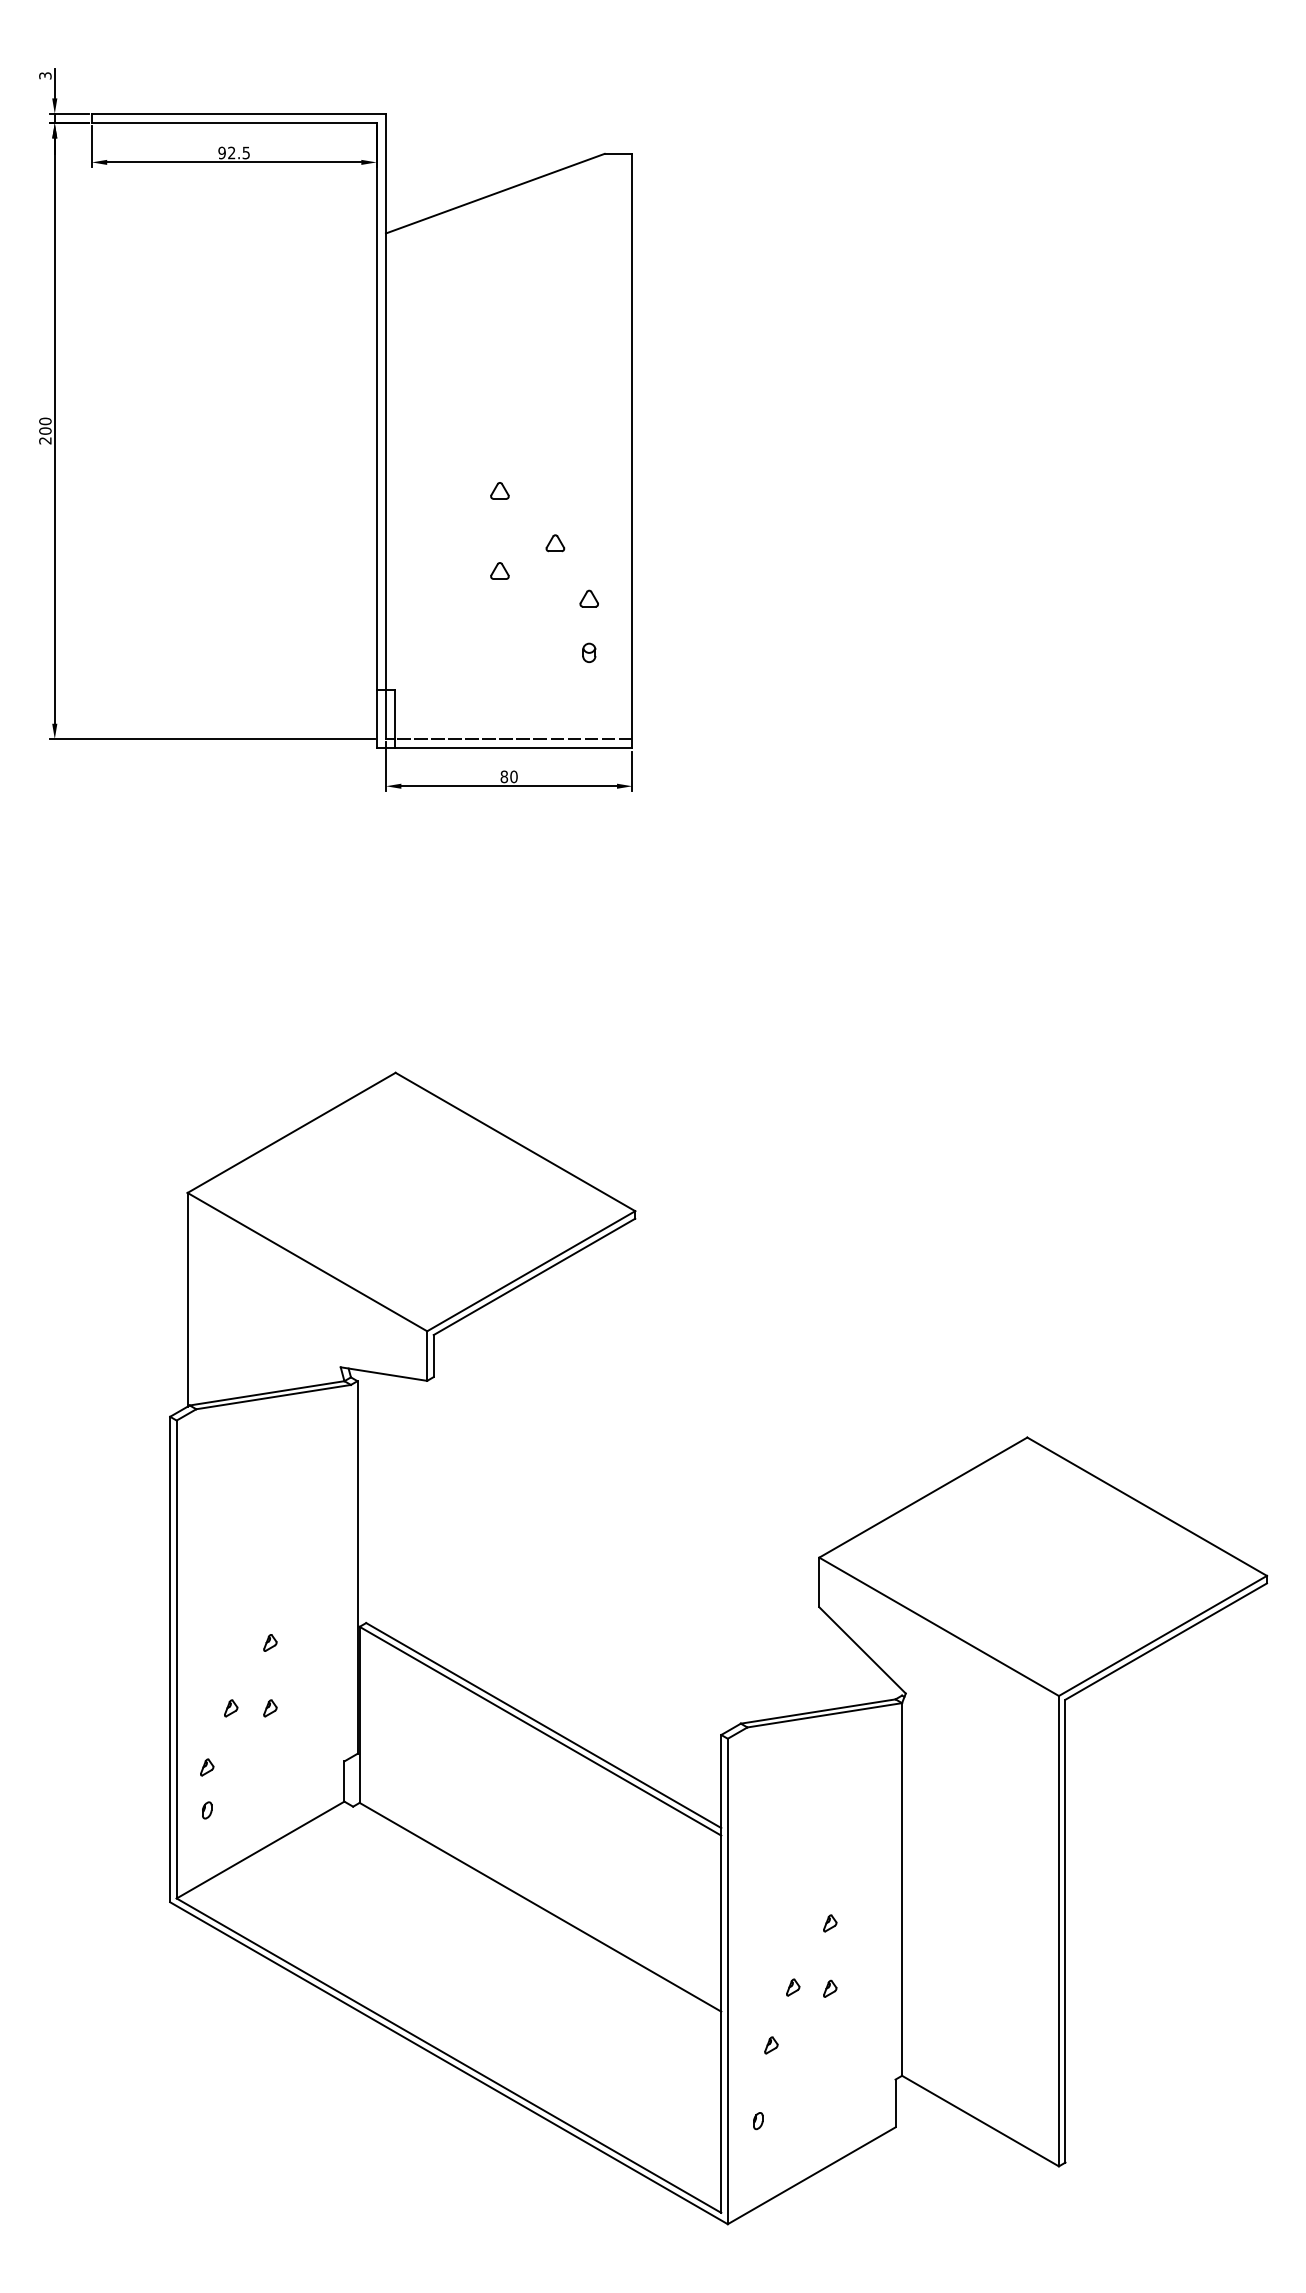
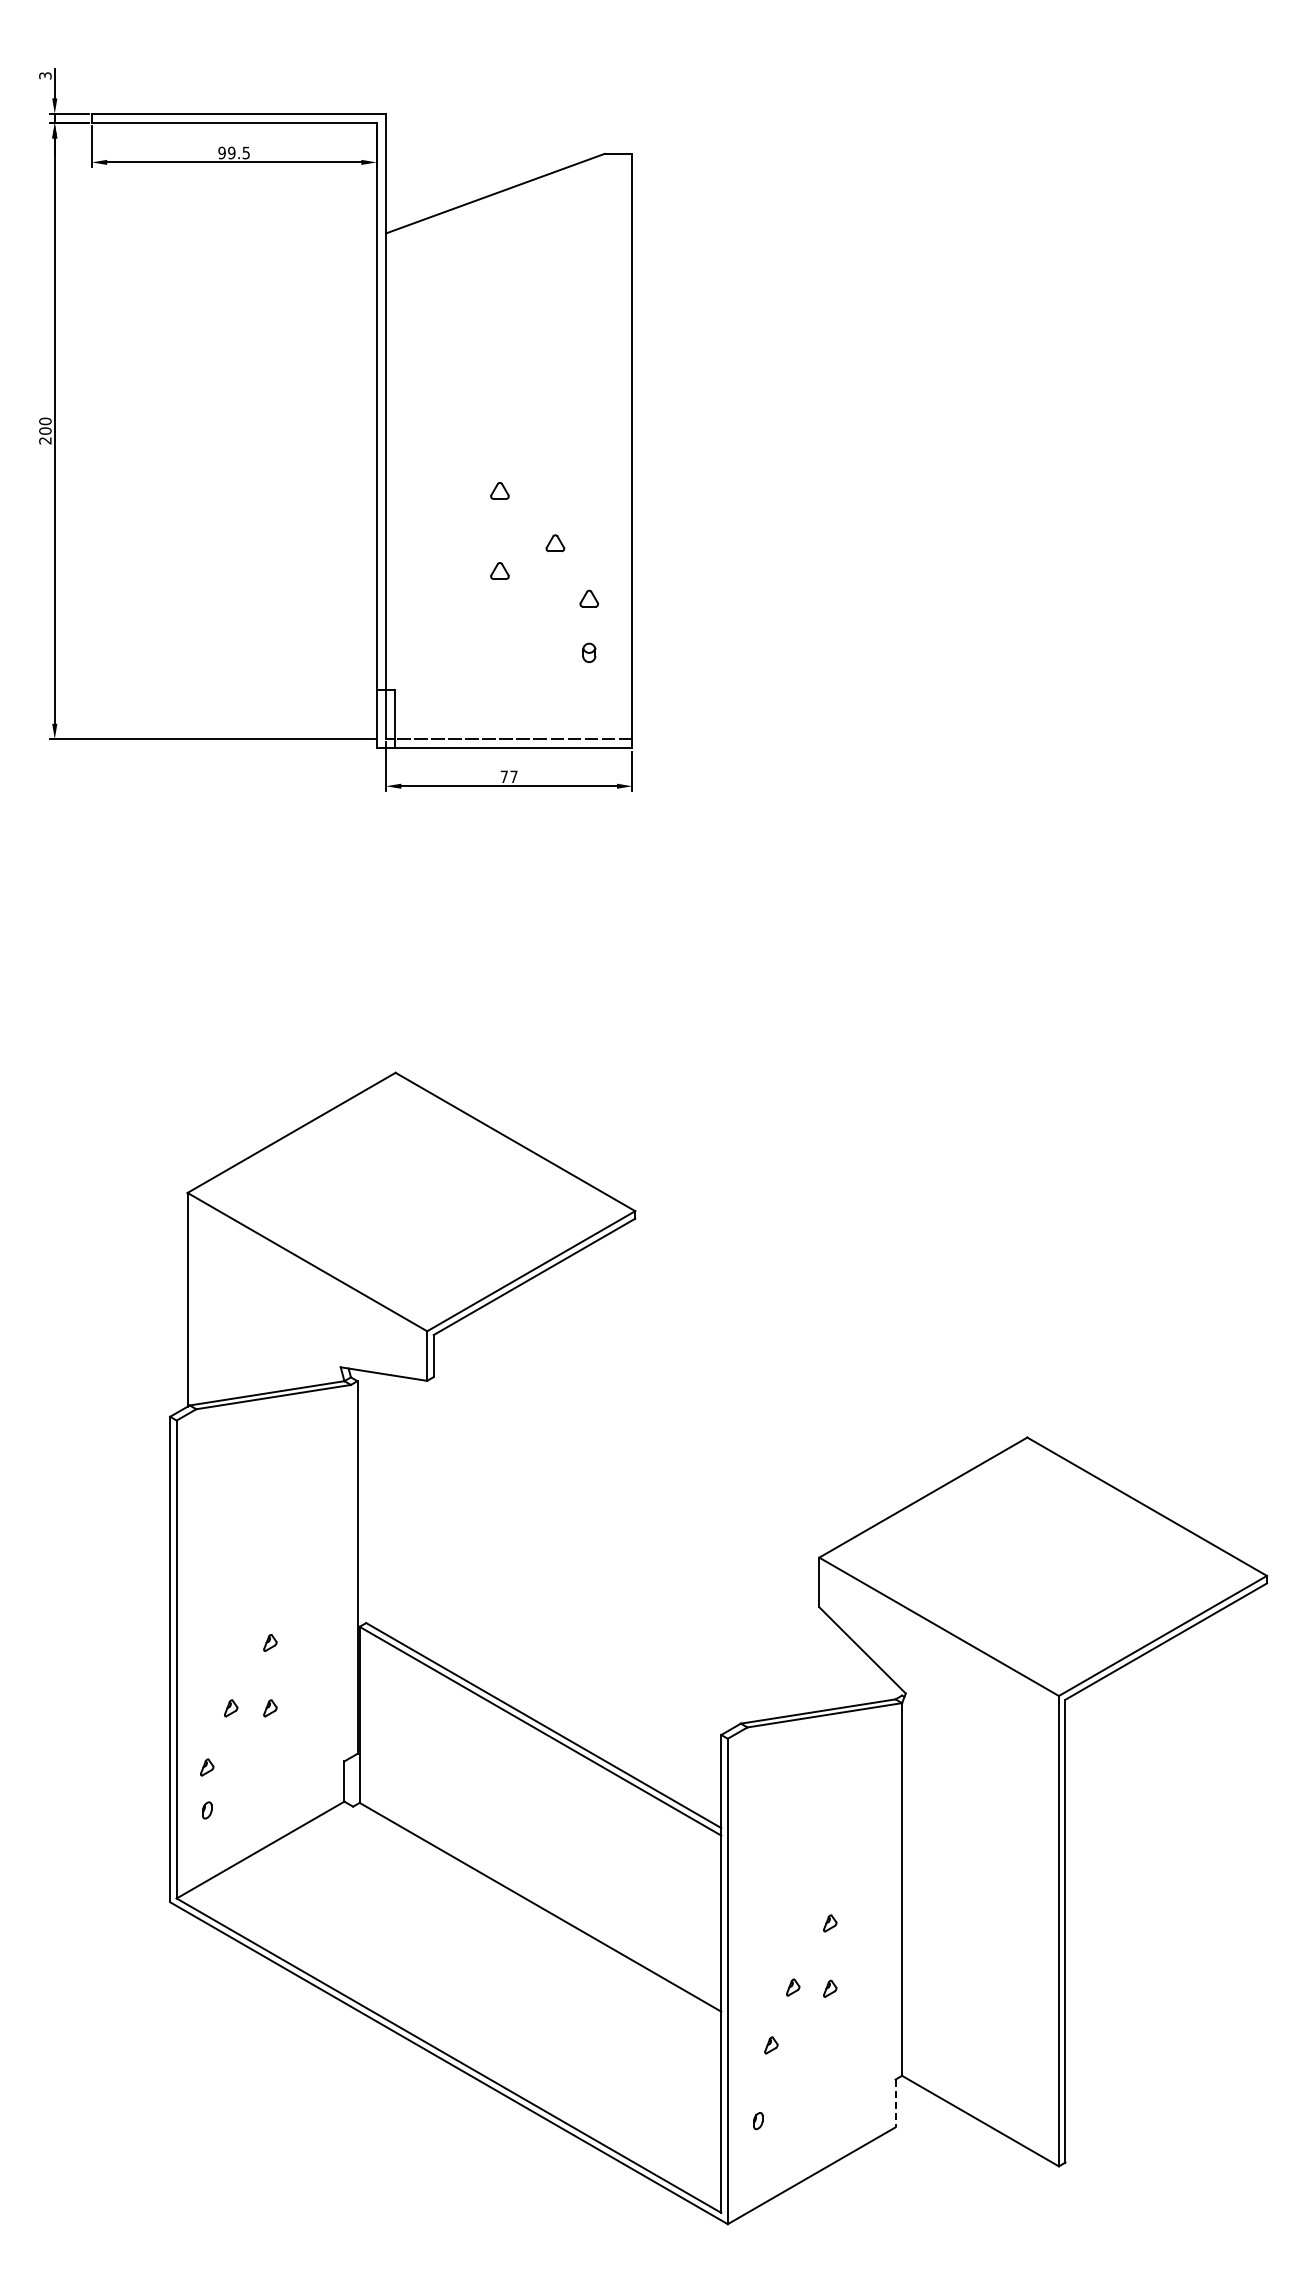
text at (231, 152): 92.5 -> 99.5
text at (508, 776): 80 -> 77
line at (895, 2103): solid -> dashed
